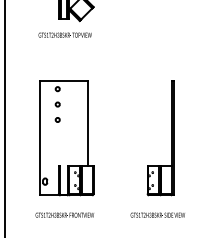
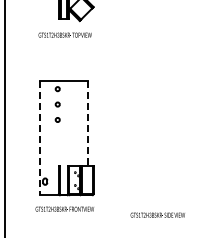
line at (87, 124): solid -> dashed
line at (40, 137): solid -> dashed
part at (171, 138): present -> none
text at (64, 214) position: (64, 214) -> (64, 208)
